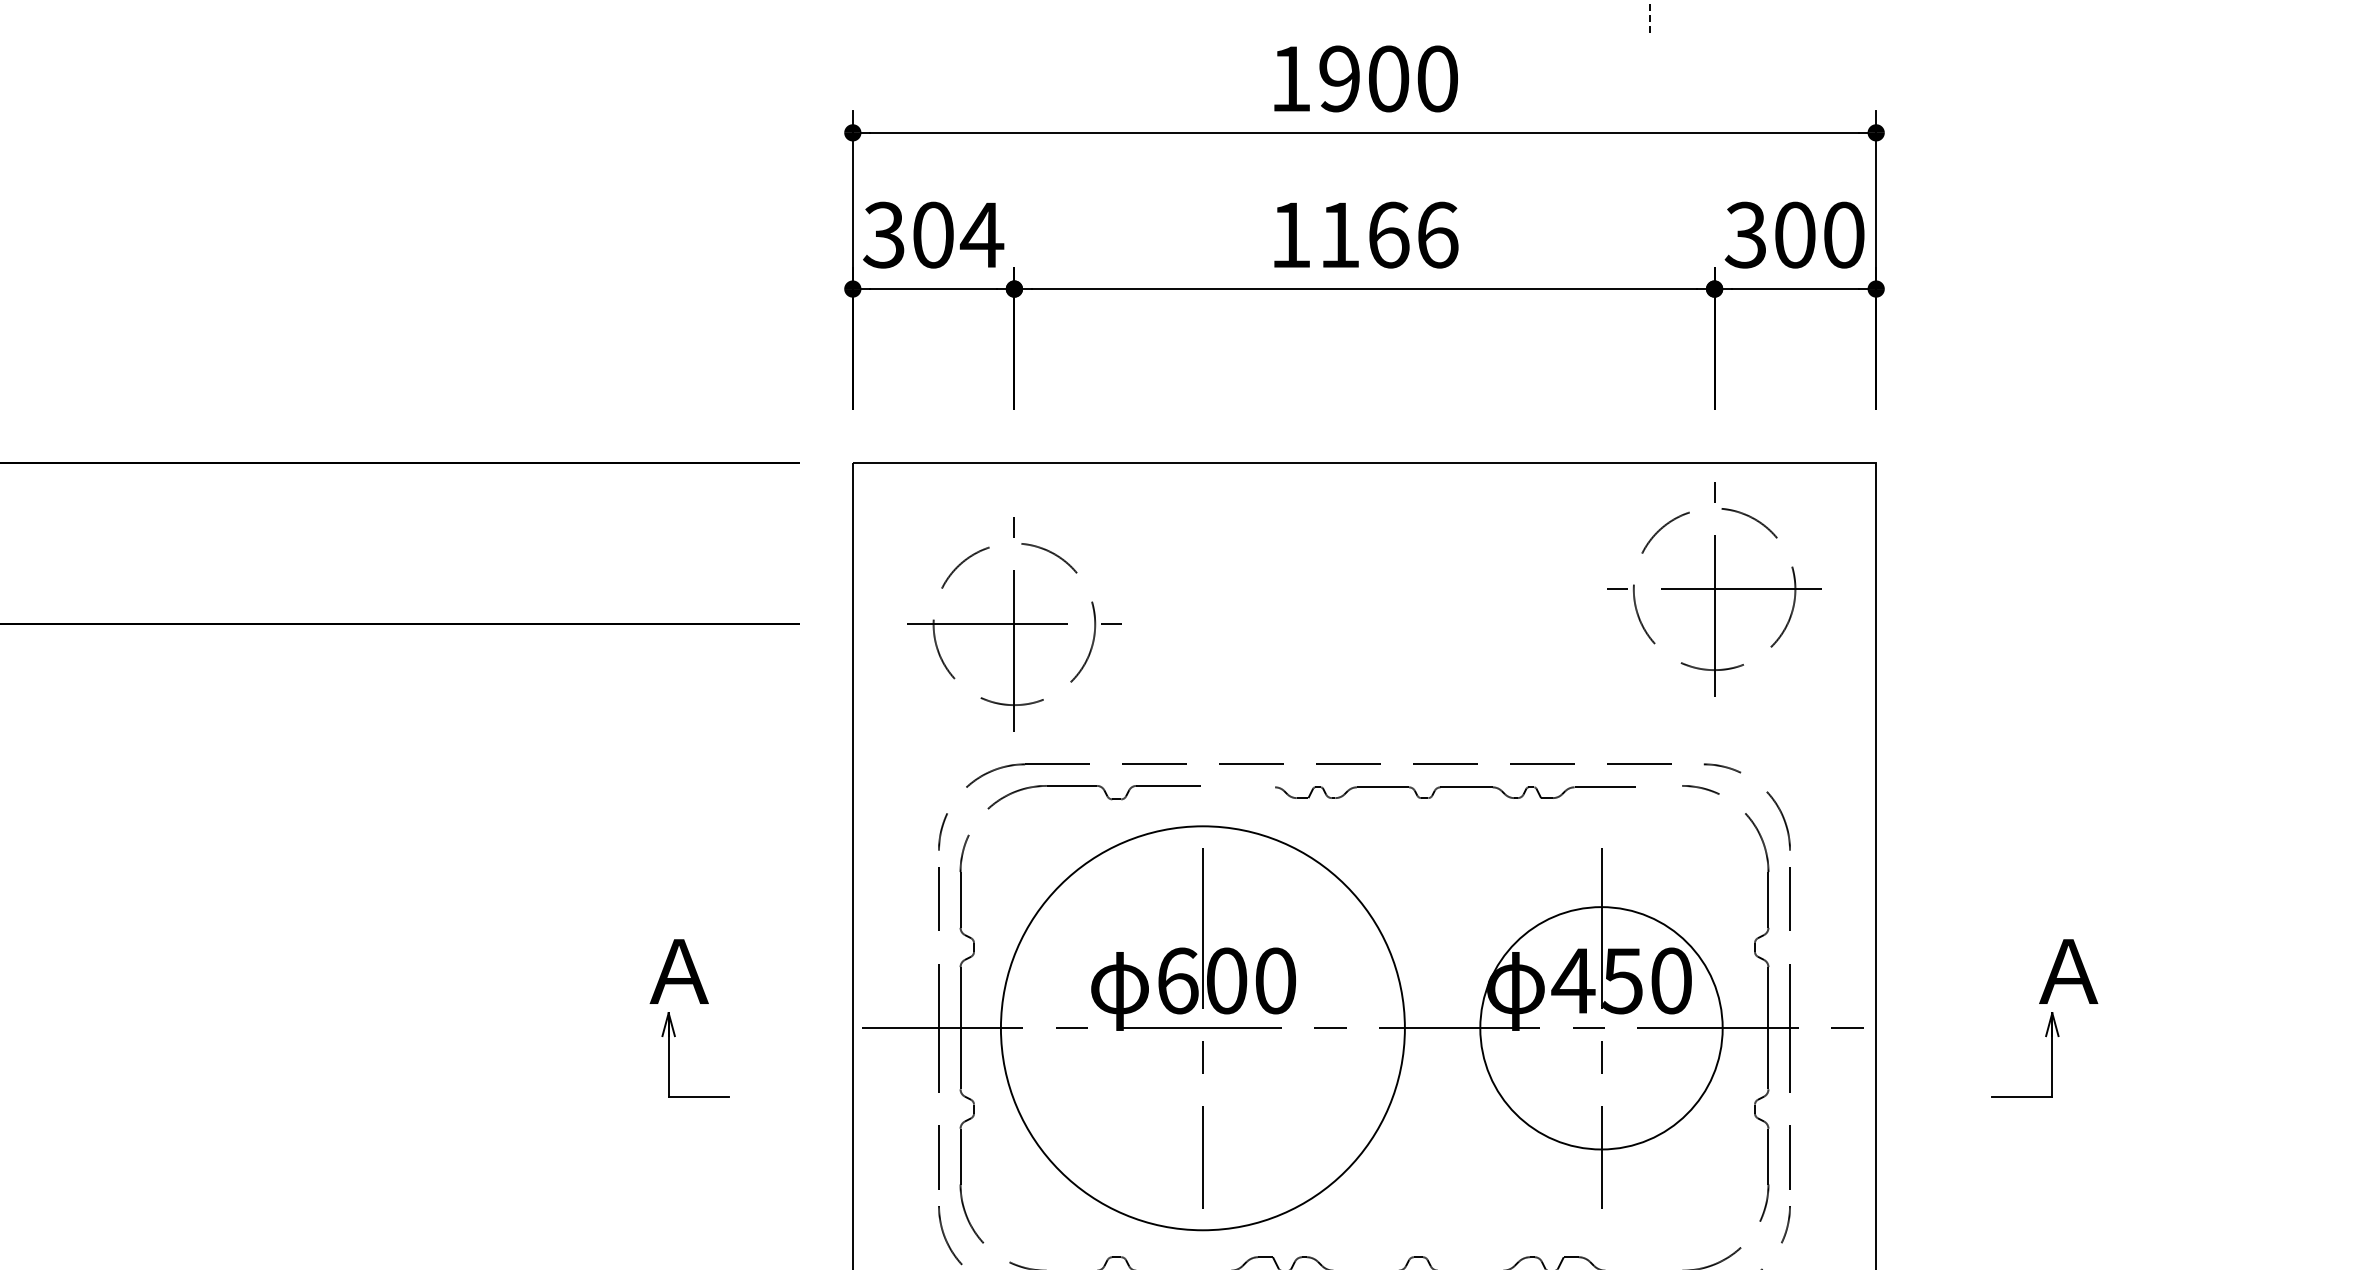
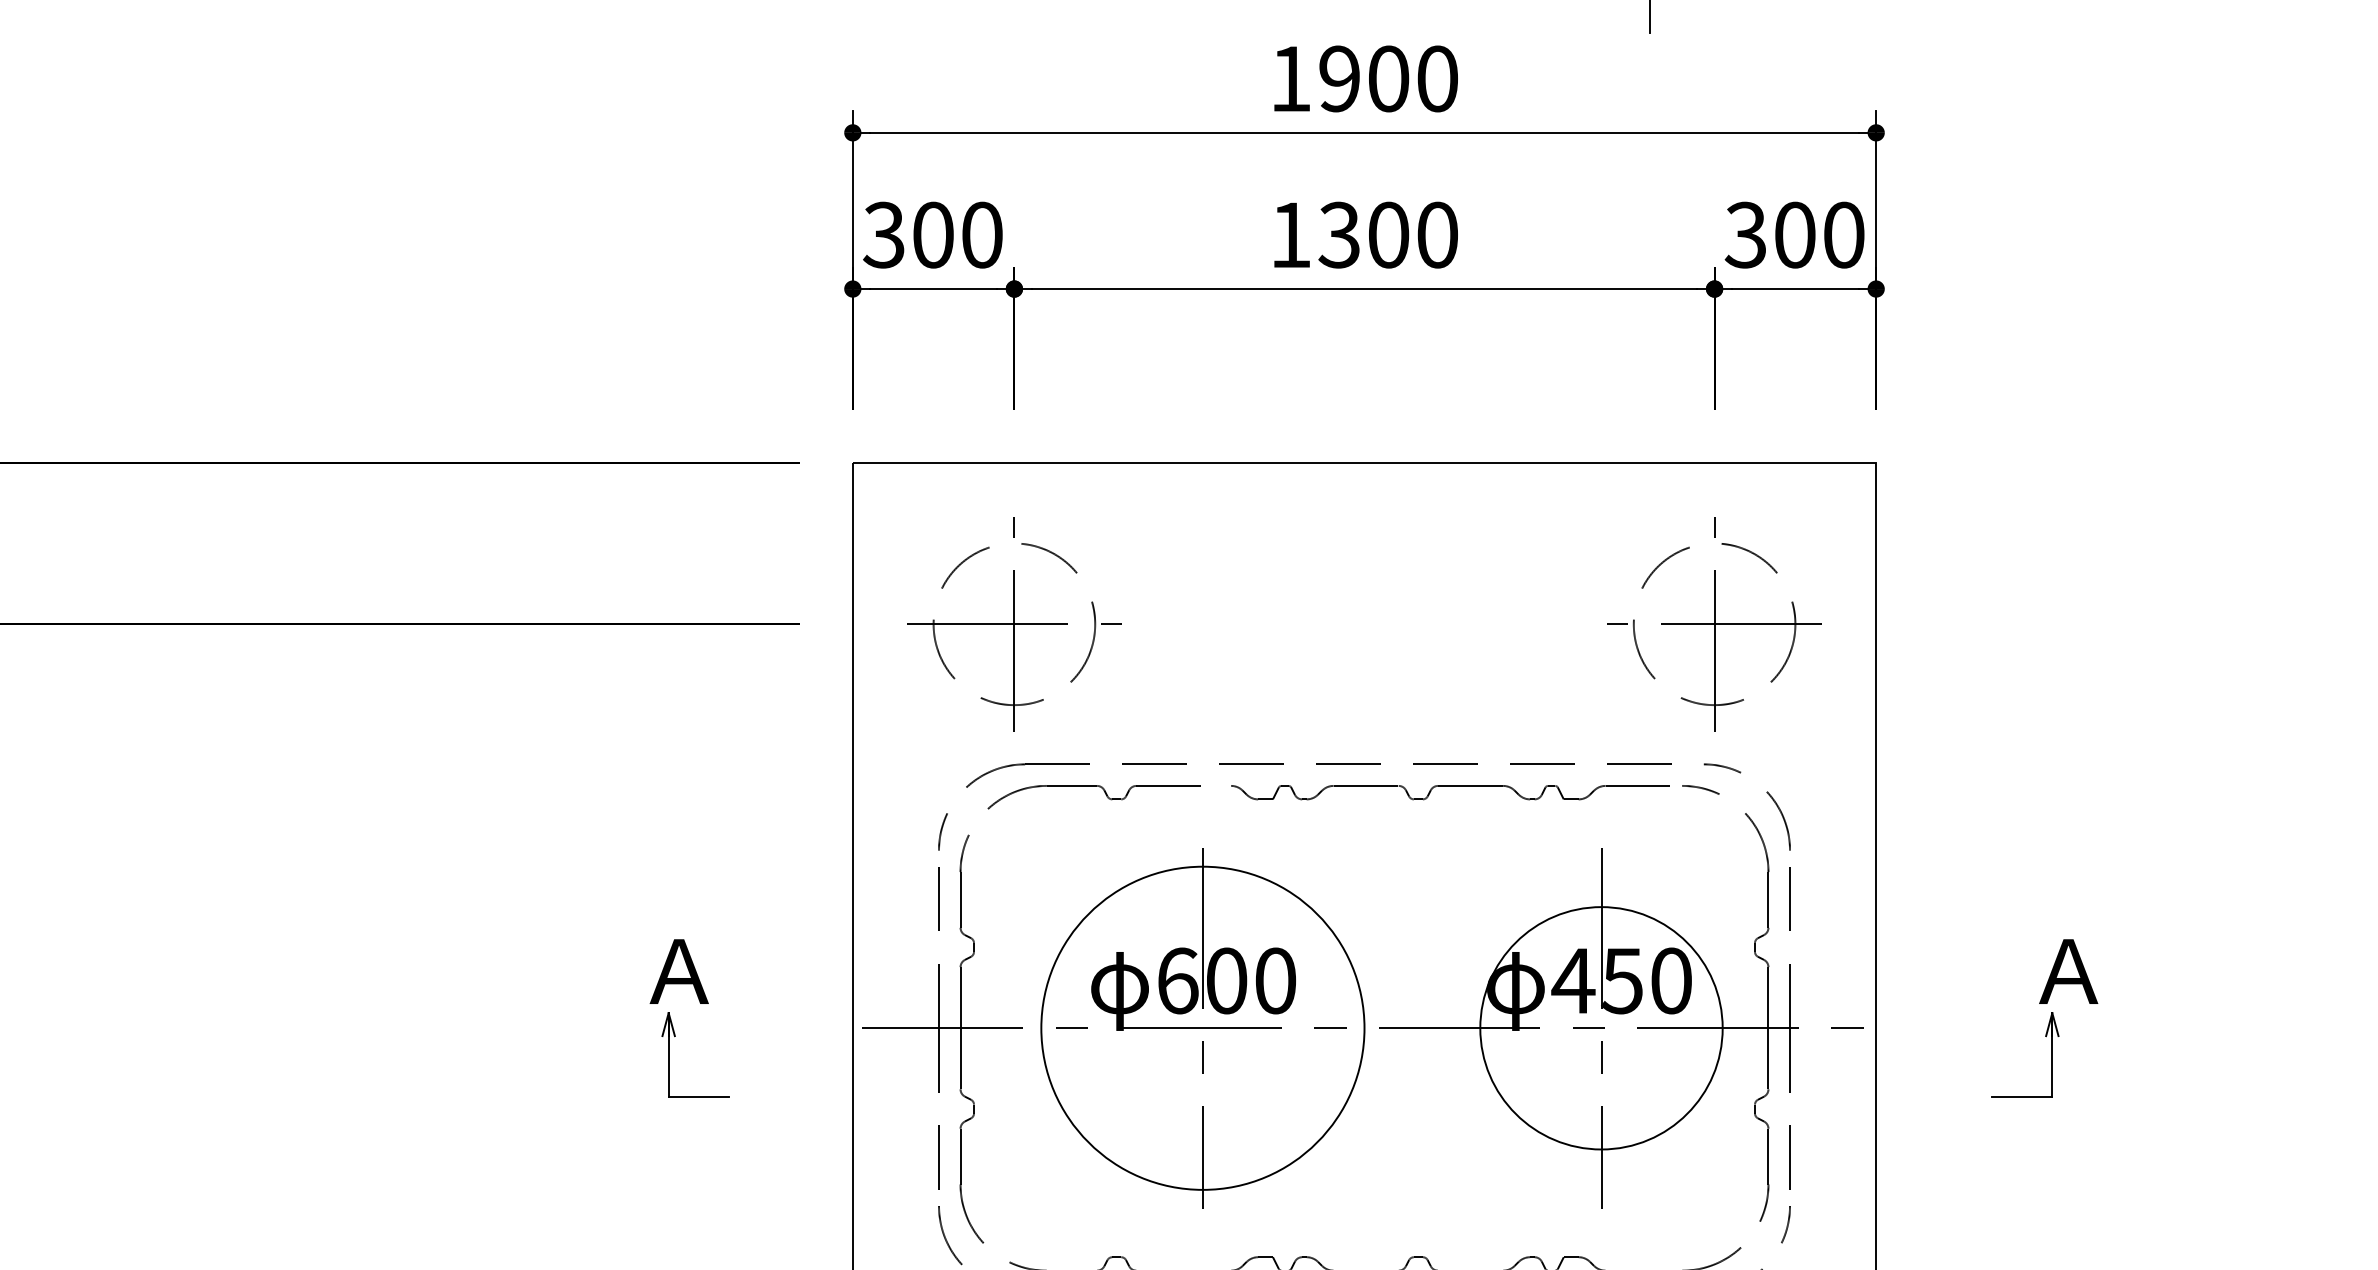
line at (1650, 16): dashed -> solid
text at (981, 234): 304 -> 300
text at (1388, 234): 1166 -> 1300
part at (1714, 589) position: (1714, 589) -> (1714, 624)
part at (1453, 792) size: 358x13 px -> 439x16 px
circle at (1202, 1028) diameter: 404 px -> 323 px
